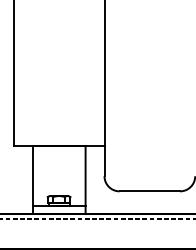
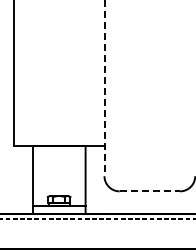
line at (104, 88): solid -> dashed
line at (150, 191): solid -> dashed
